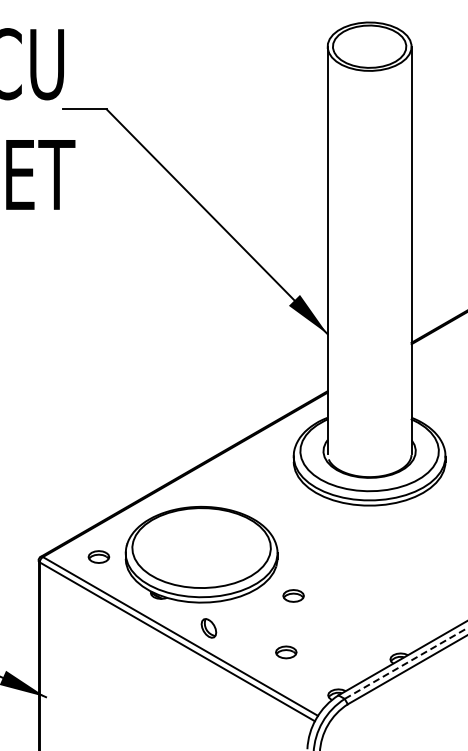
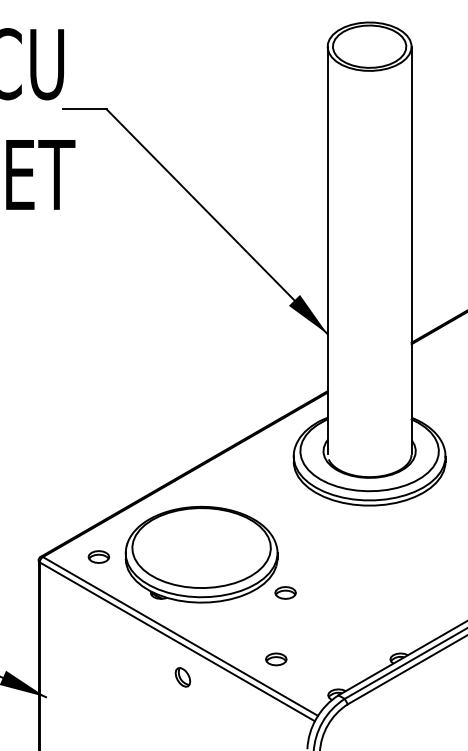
part at (293, 595) position: (293, 595) -> (285, 592)
part at (208, 628) position: (208, 628) -> (182, 677)
part at (286, 652) position: (286, 652) -> (276, 659)
line at (406, 663): dashed -> solid
